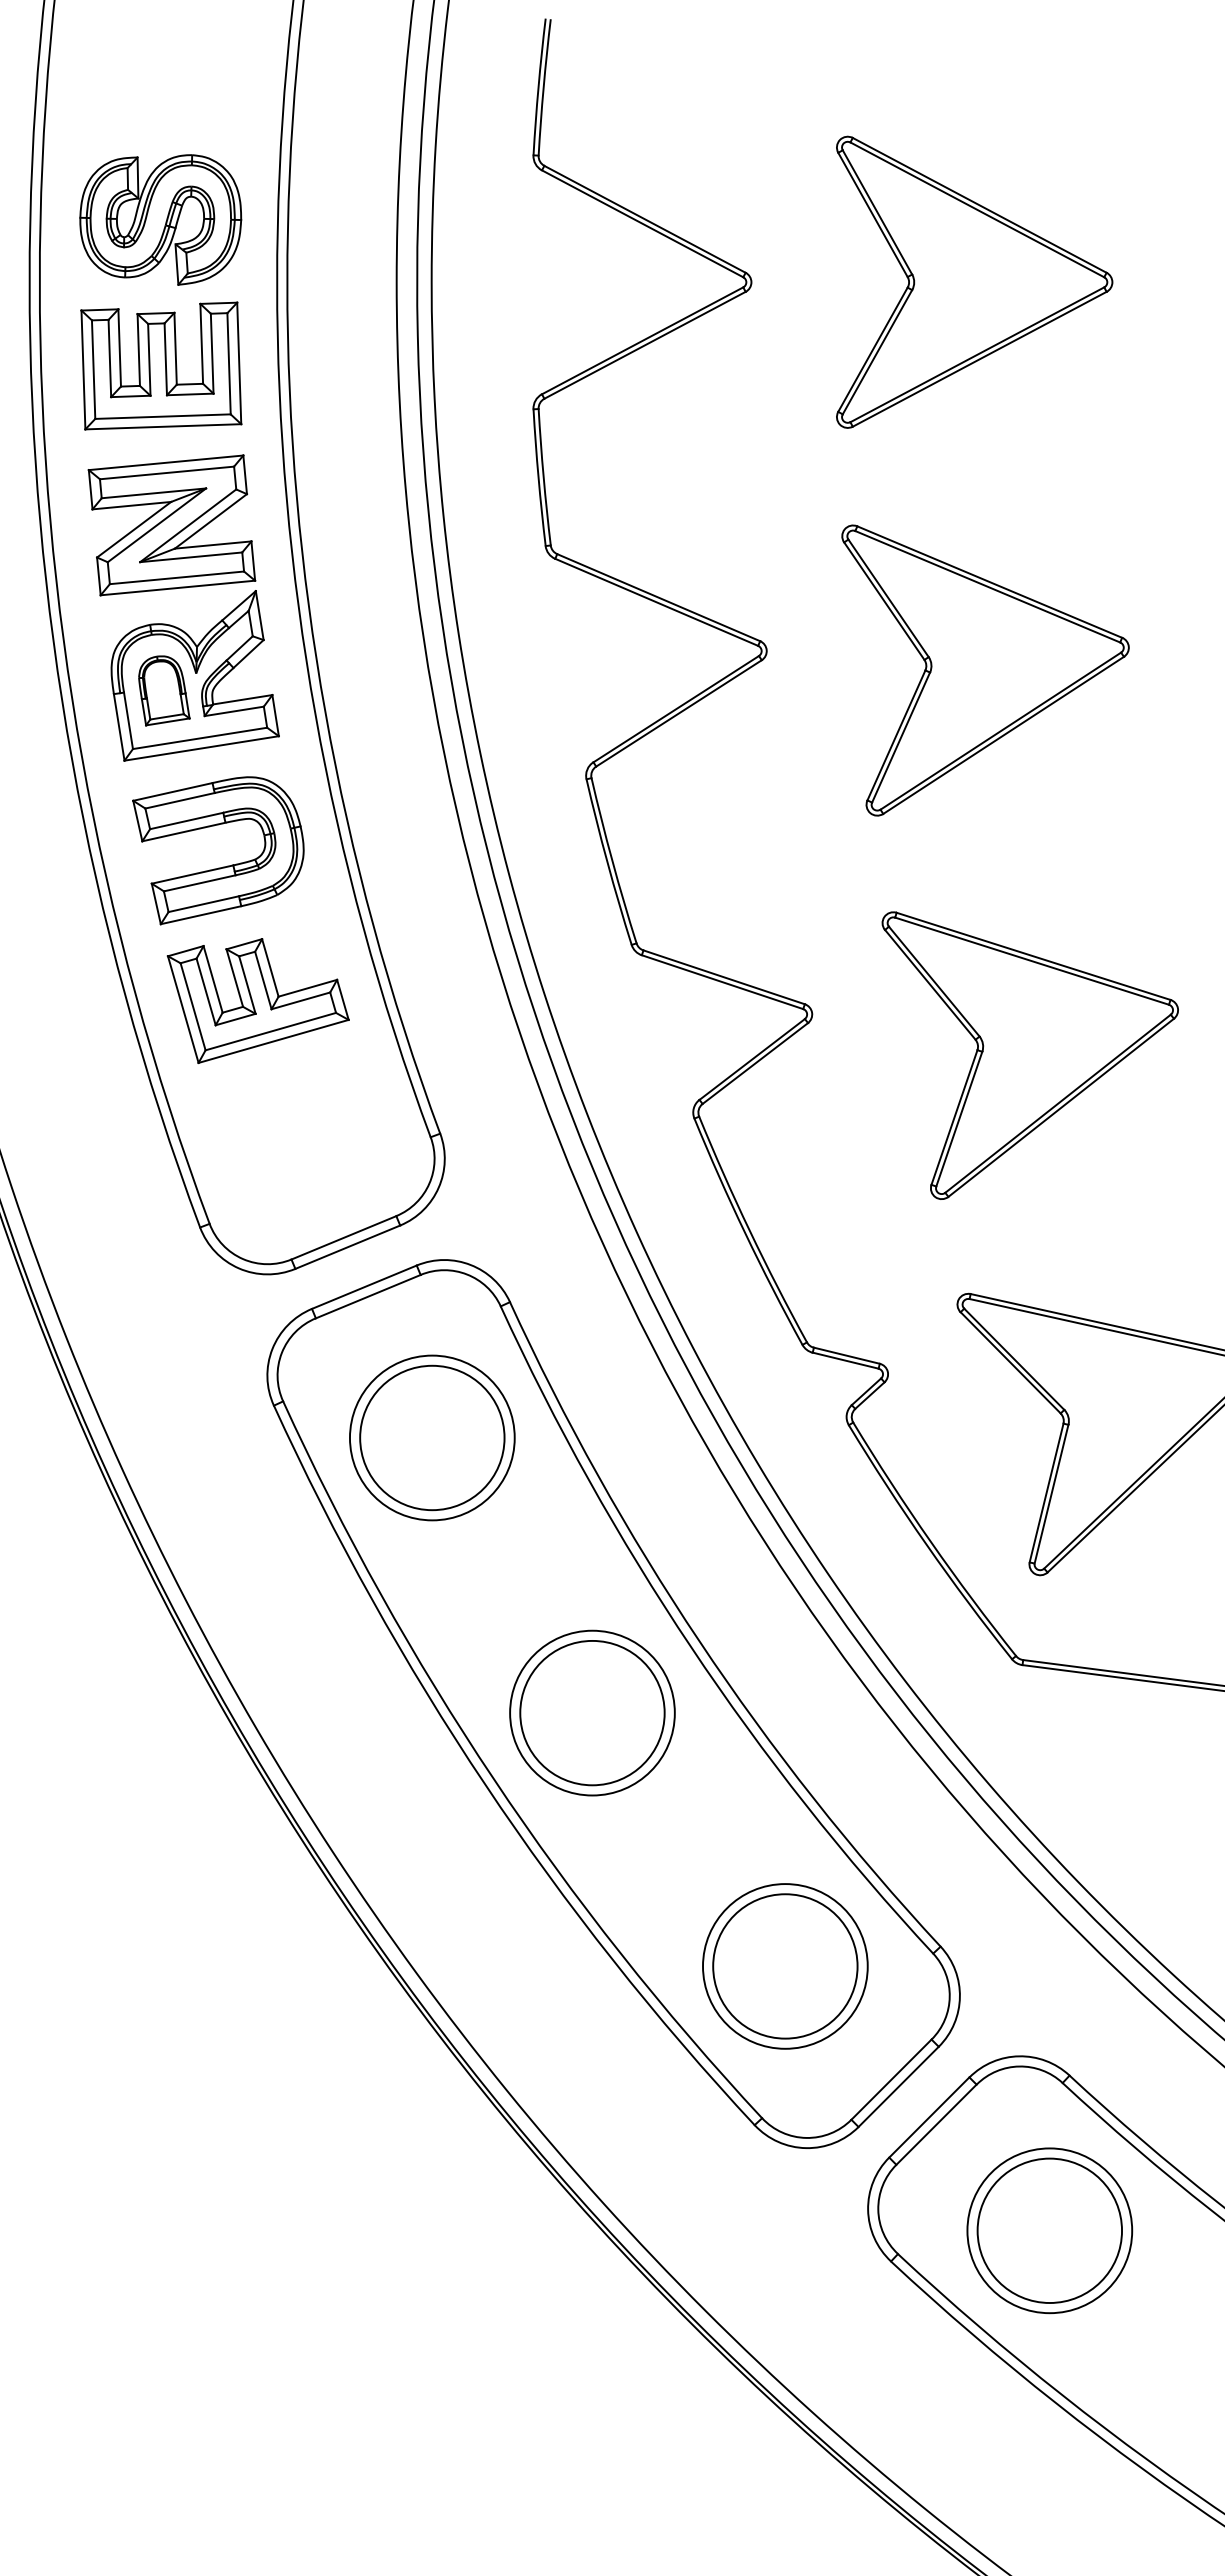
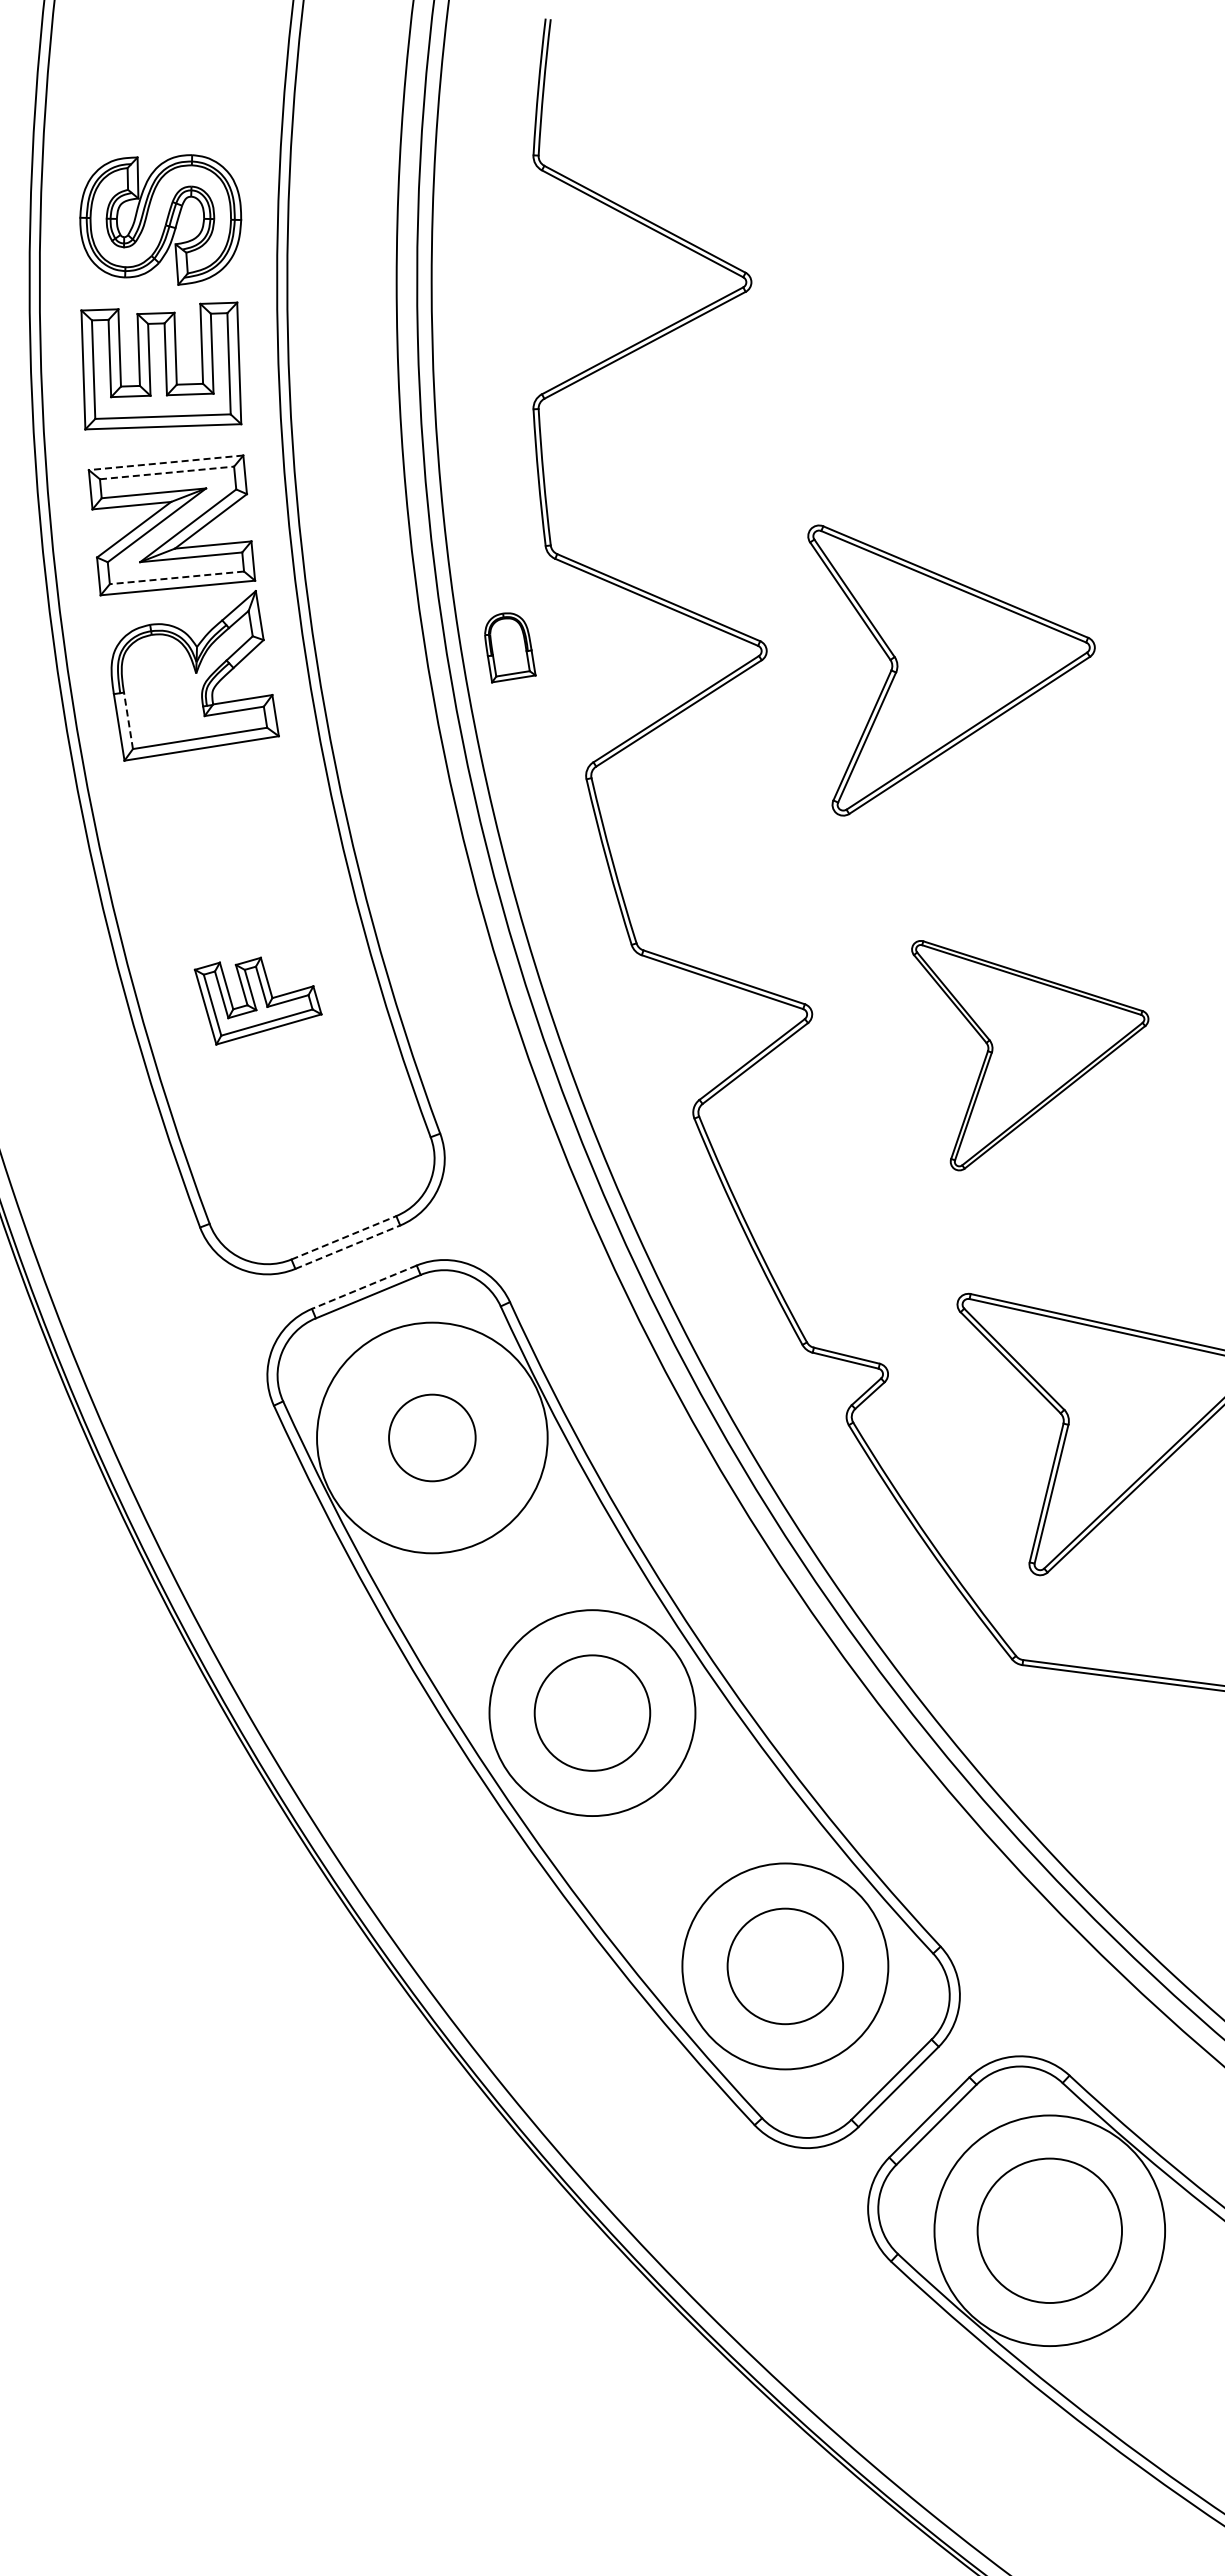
part at (974, 281): present -> none
line at (166, 462): solid -> dashed
line at (167, 472): solid -> dashed
line at (176, 577): solid -> dashed
part at (985, 670) position: (985, 670) -> (951, 670)
part at (164, 690) position: (164, 690) -> (510, 647)
line at (128, 720): solid -> dashed
part at (222, 866): present -> none
part at (257, 1001) size: 184x127 px -> 130x90 px
part at (1029, 1055) size: 298x289 px -> 239x232 px
line at (343, 1237): solid -> dashed
line at (347, 1247): solid -> dashed
line at (364, 1287): solid -> dashed
circle at (431, 1437) diameter: 165 px -> 231 px
circle at (432, 1437) diameter: 144 px -> 87 px
circle at (592, 1712) diameter: 144 px -> 116 px
circle at (592, 1712) diameter: 165 px -> 206 px
circle at (785, 1966) diameter: 144 px -> 116 px
circle at (785, 1966) diameter: 165 px -> 206 px
circle at (1049, 2230) diameter: 165 px -> 231 px
